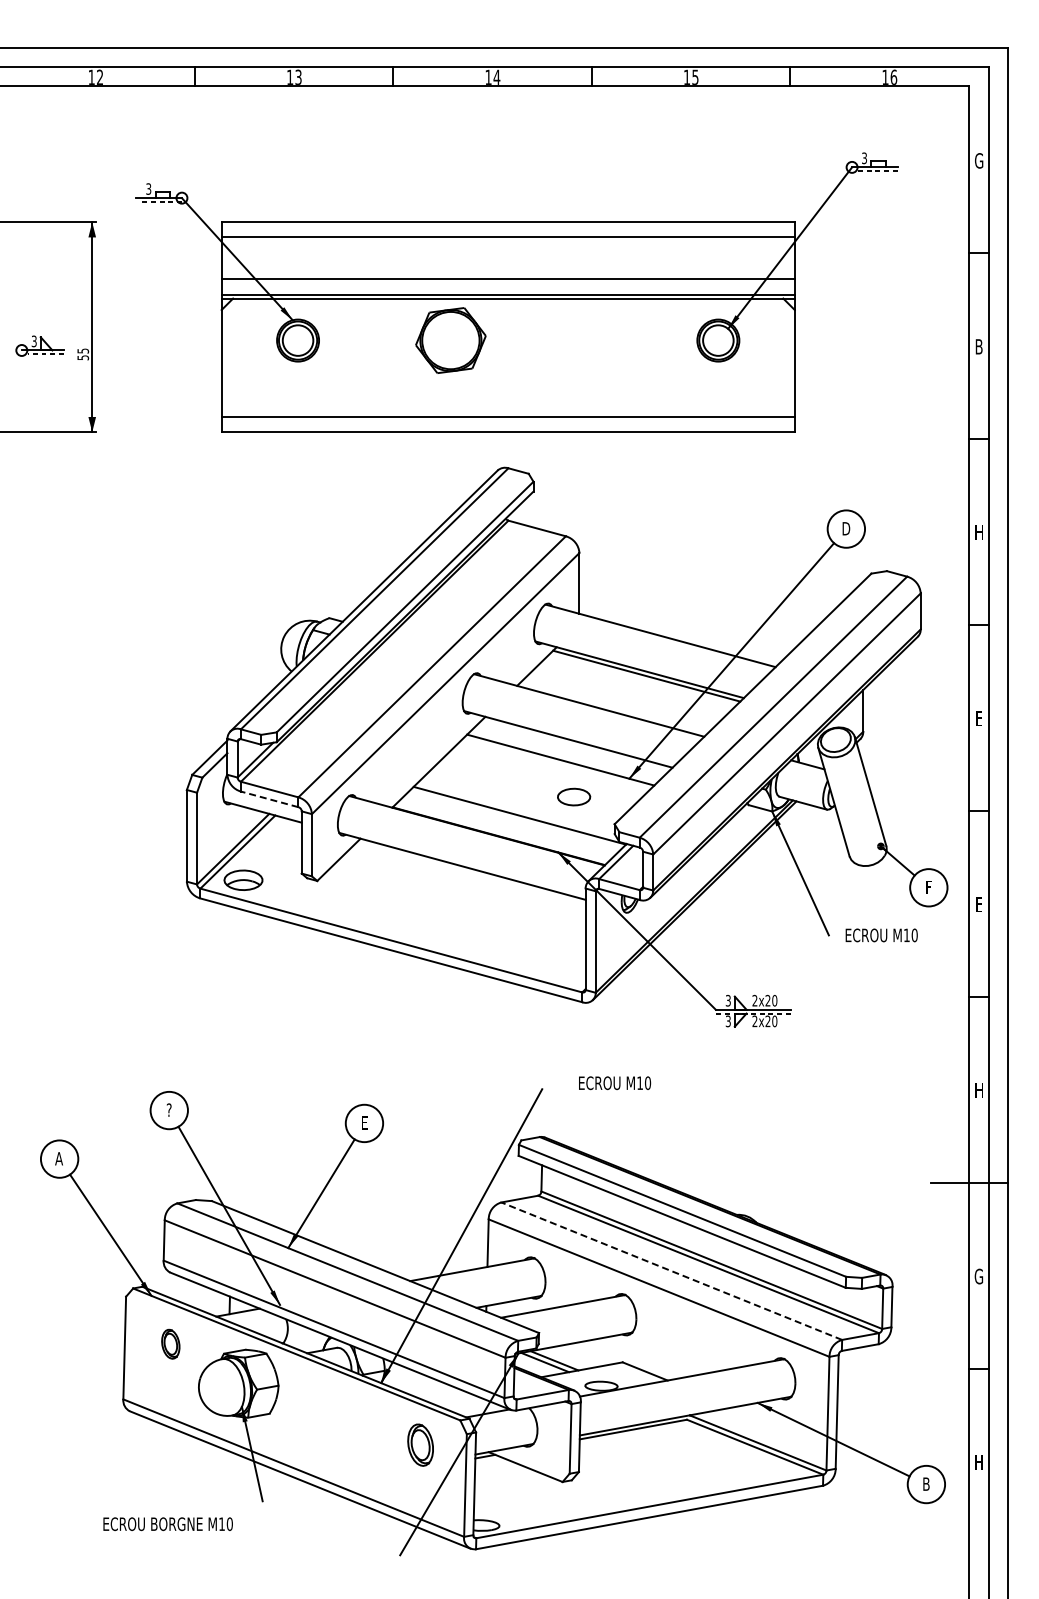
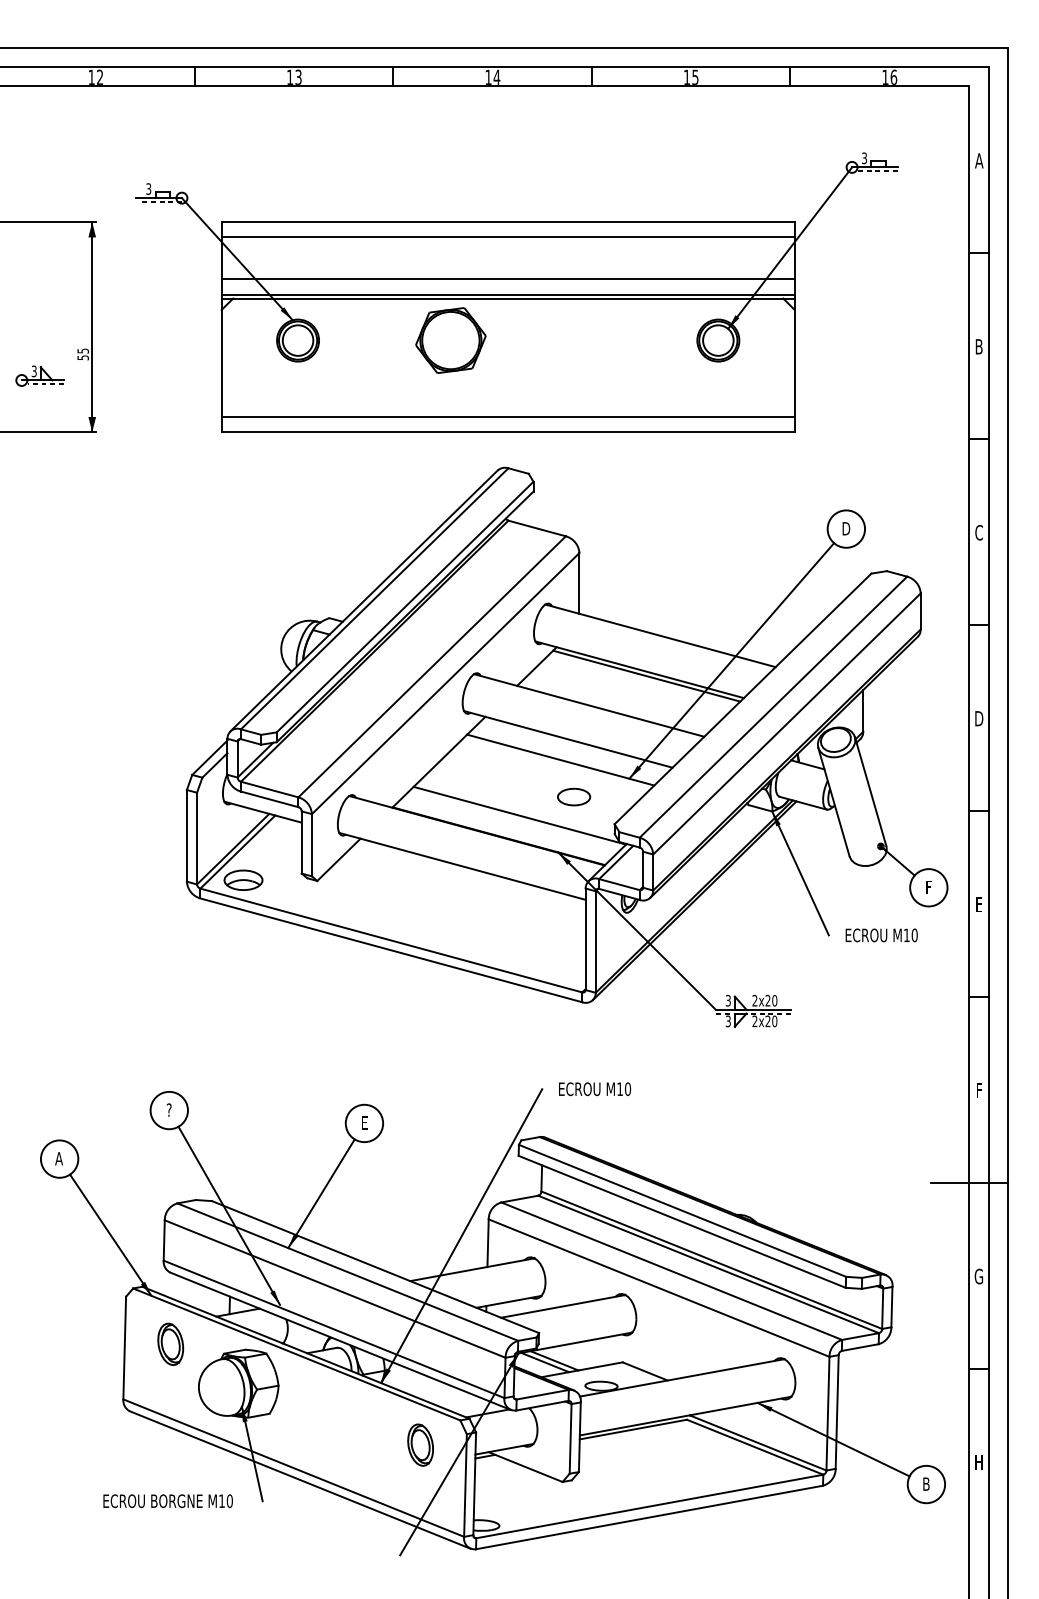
text at (979, 160): G -> A
part at (39, 345) position: (39, 345) -> (39, 375)
text at (978, 532): H -> C
text at (979, 718): E -> D
line at (269, 799): dashed -> solid
text at (615, 1083) position: (615, 1083) -> (595, 1089)
text at (978, 1090): H -> F
line at (671, 1271): dashed -> solid
part at (170, 1343) size: 20x32 px -> 28x44 px
text at (167, 1524) position: (167, 1524) -> (167, 1501)
